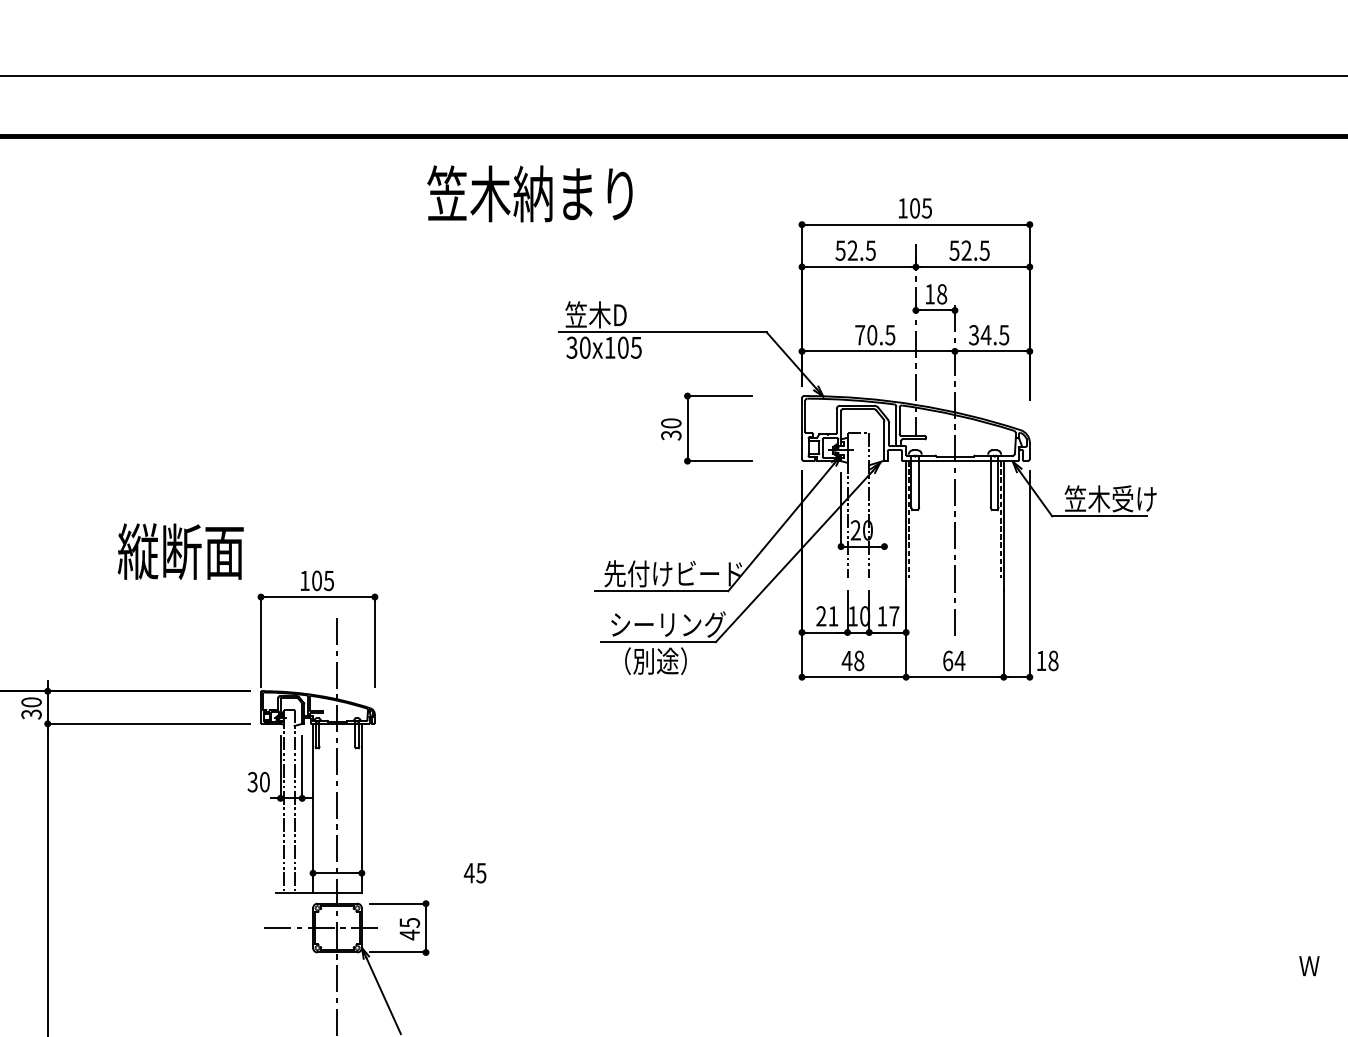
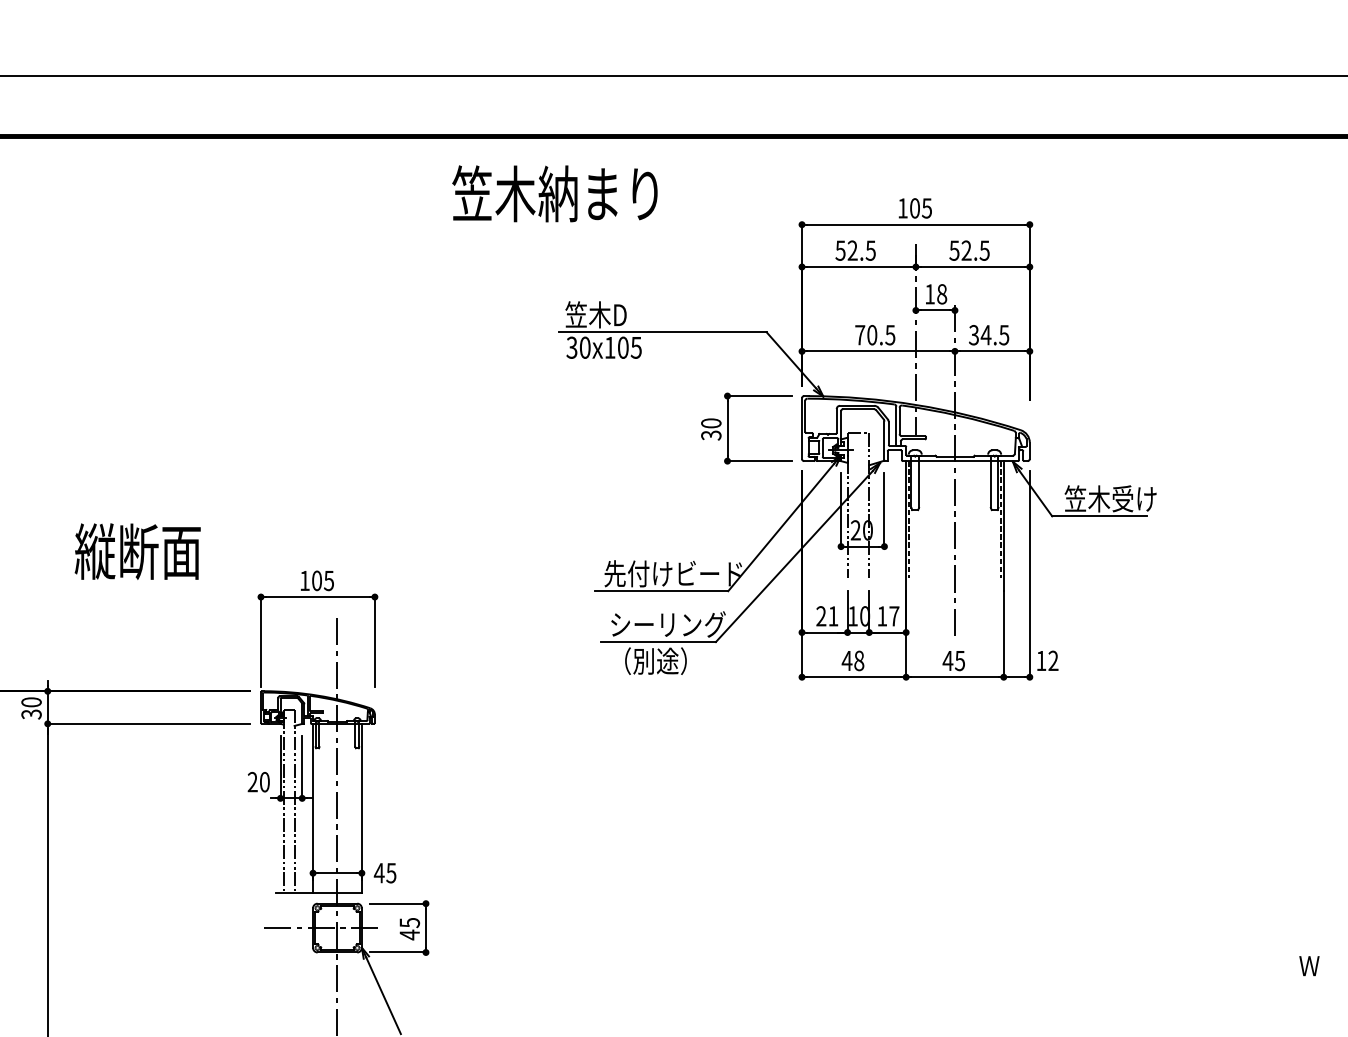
text at (529, 193) position: (529, 193) -> (554, 193)
part at (688, 428) position: (688, 428) -> (728, 428)
line at (884, 509): none -> present
text at (180, 551) position: (180, 551) -> (137, 551)
text at (953, 660): 64 -> 45
text at (1053, 660): 18 -> 12
text at (252, 782): 30 -> 20
text at (474, 873) position: (474, 873) -> (384, 873)
